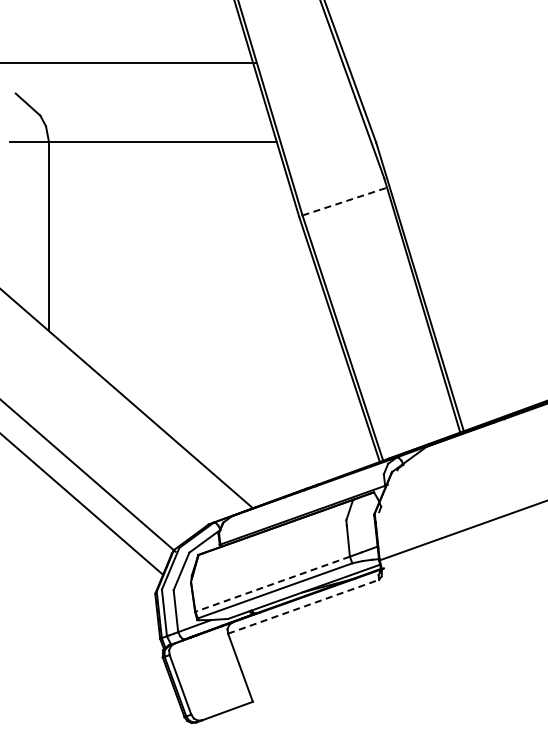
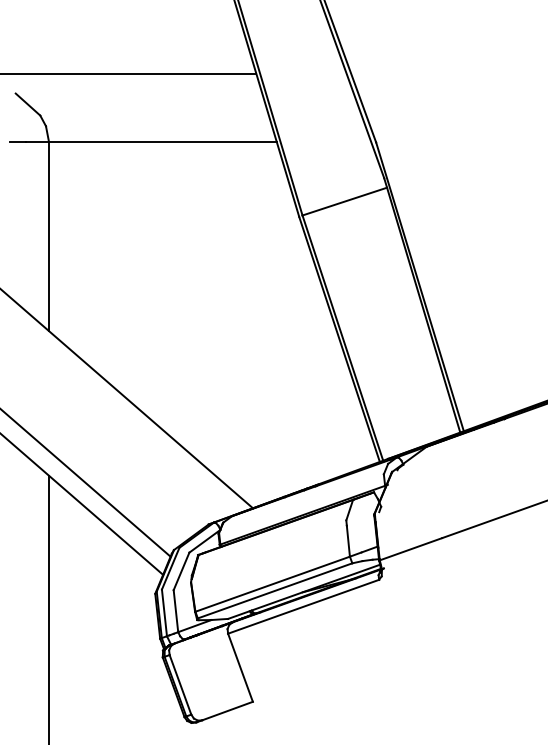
line at (129, 62) position: (129, 62) -> (129, 73)
line at (345, 201): dashed -> solid
line at (88, 476) position: (88, 476) -> (86, 483)
line at (272, 584): dashed -> solid
line at (304, 606): dashed -> solid
line at (48, 608): none -> present
